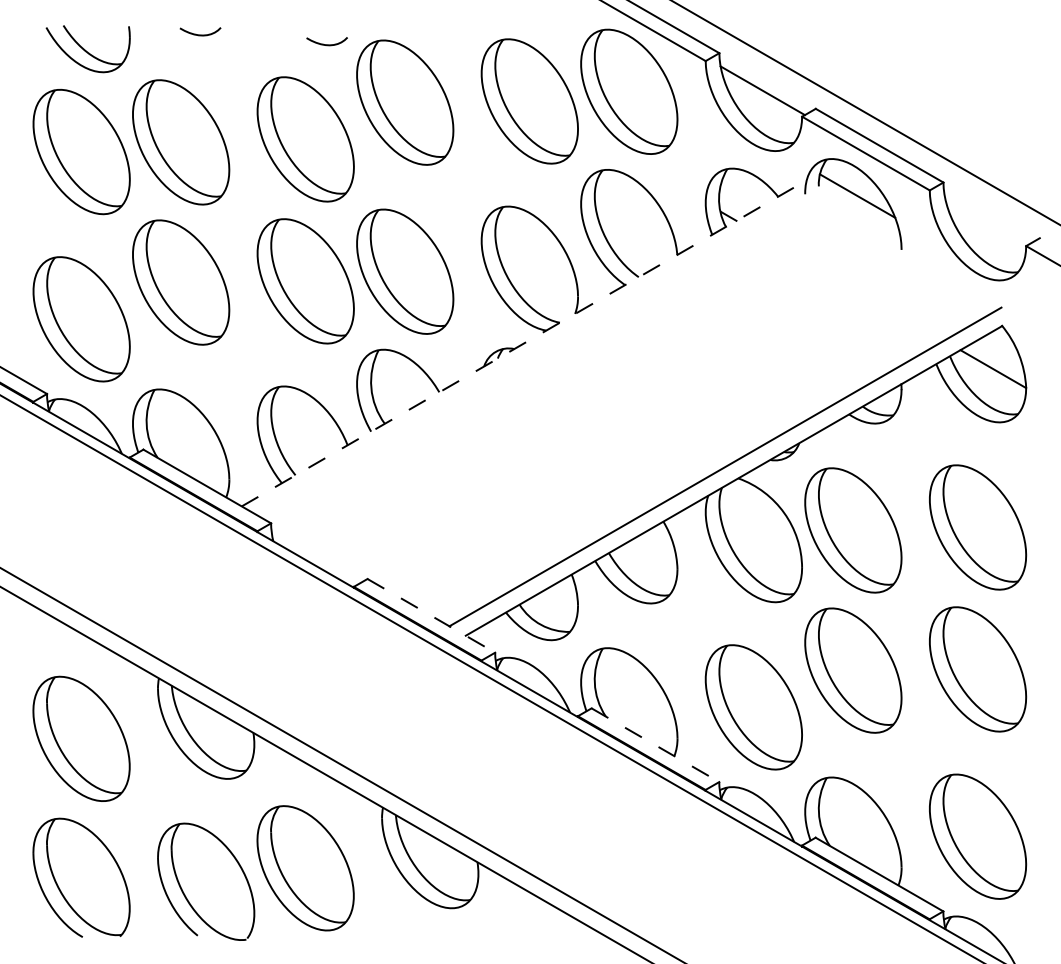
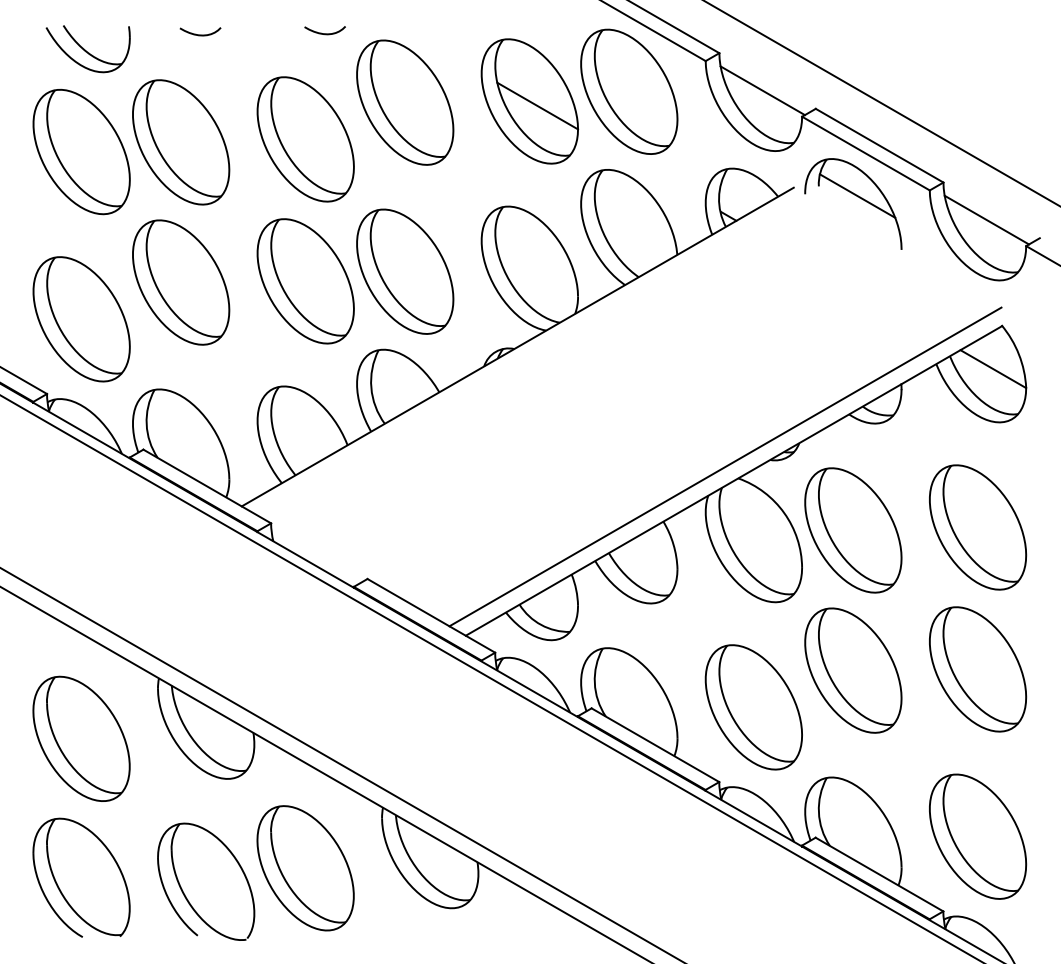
curve at (326, 44) position: (326, 44) -> (324, 33)
line at (537, 105): none -> present
line at (865, 112) position: (865, 112) -> (881, 103)
line at (986, 219): none -> present
line at (517, 347): dashed -> solid
line at (431, 615): dashed -> solid
line at (655, 745): dashed -> solid
